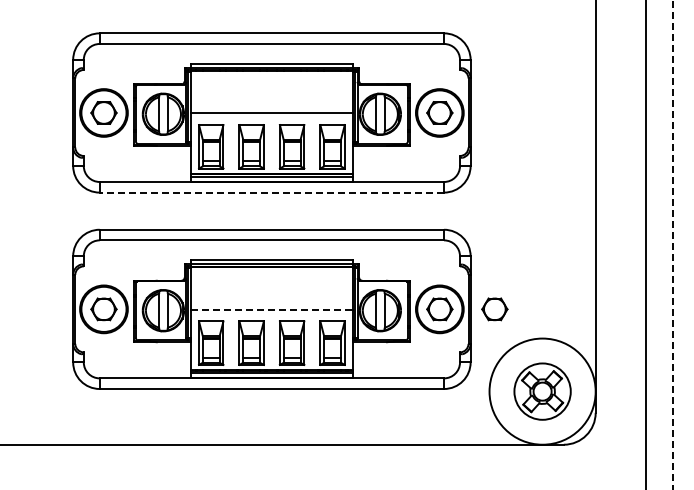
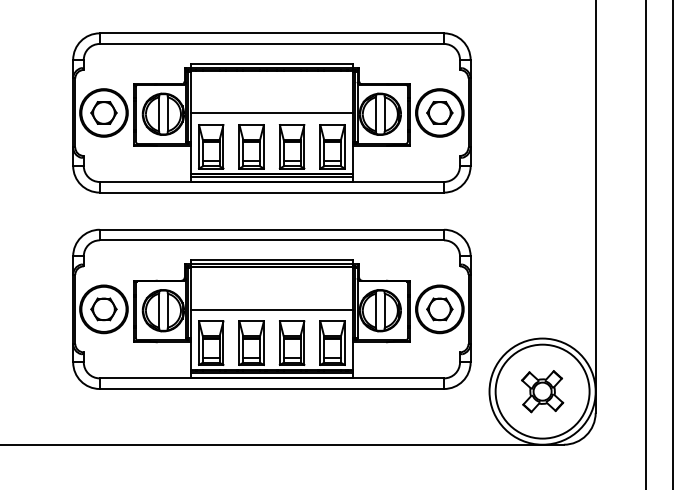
line at (271, 192): dashed -> solid
line at (673, 244): dashed -> solid
line at (271, 309): dashed -> solid
part at (494, 309): present -> none
circle at (542, 391) diameter: 56 px -> 94 px
